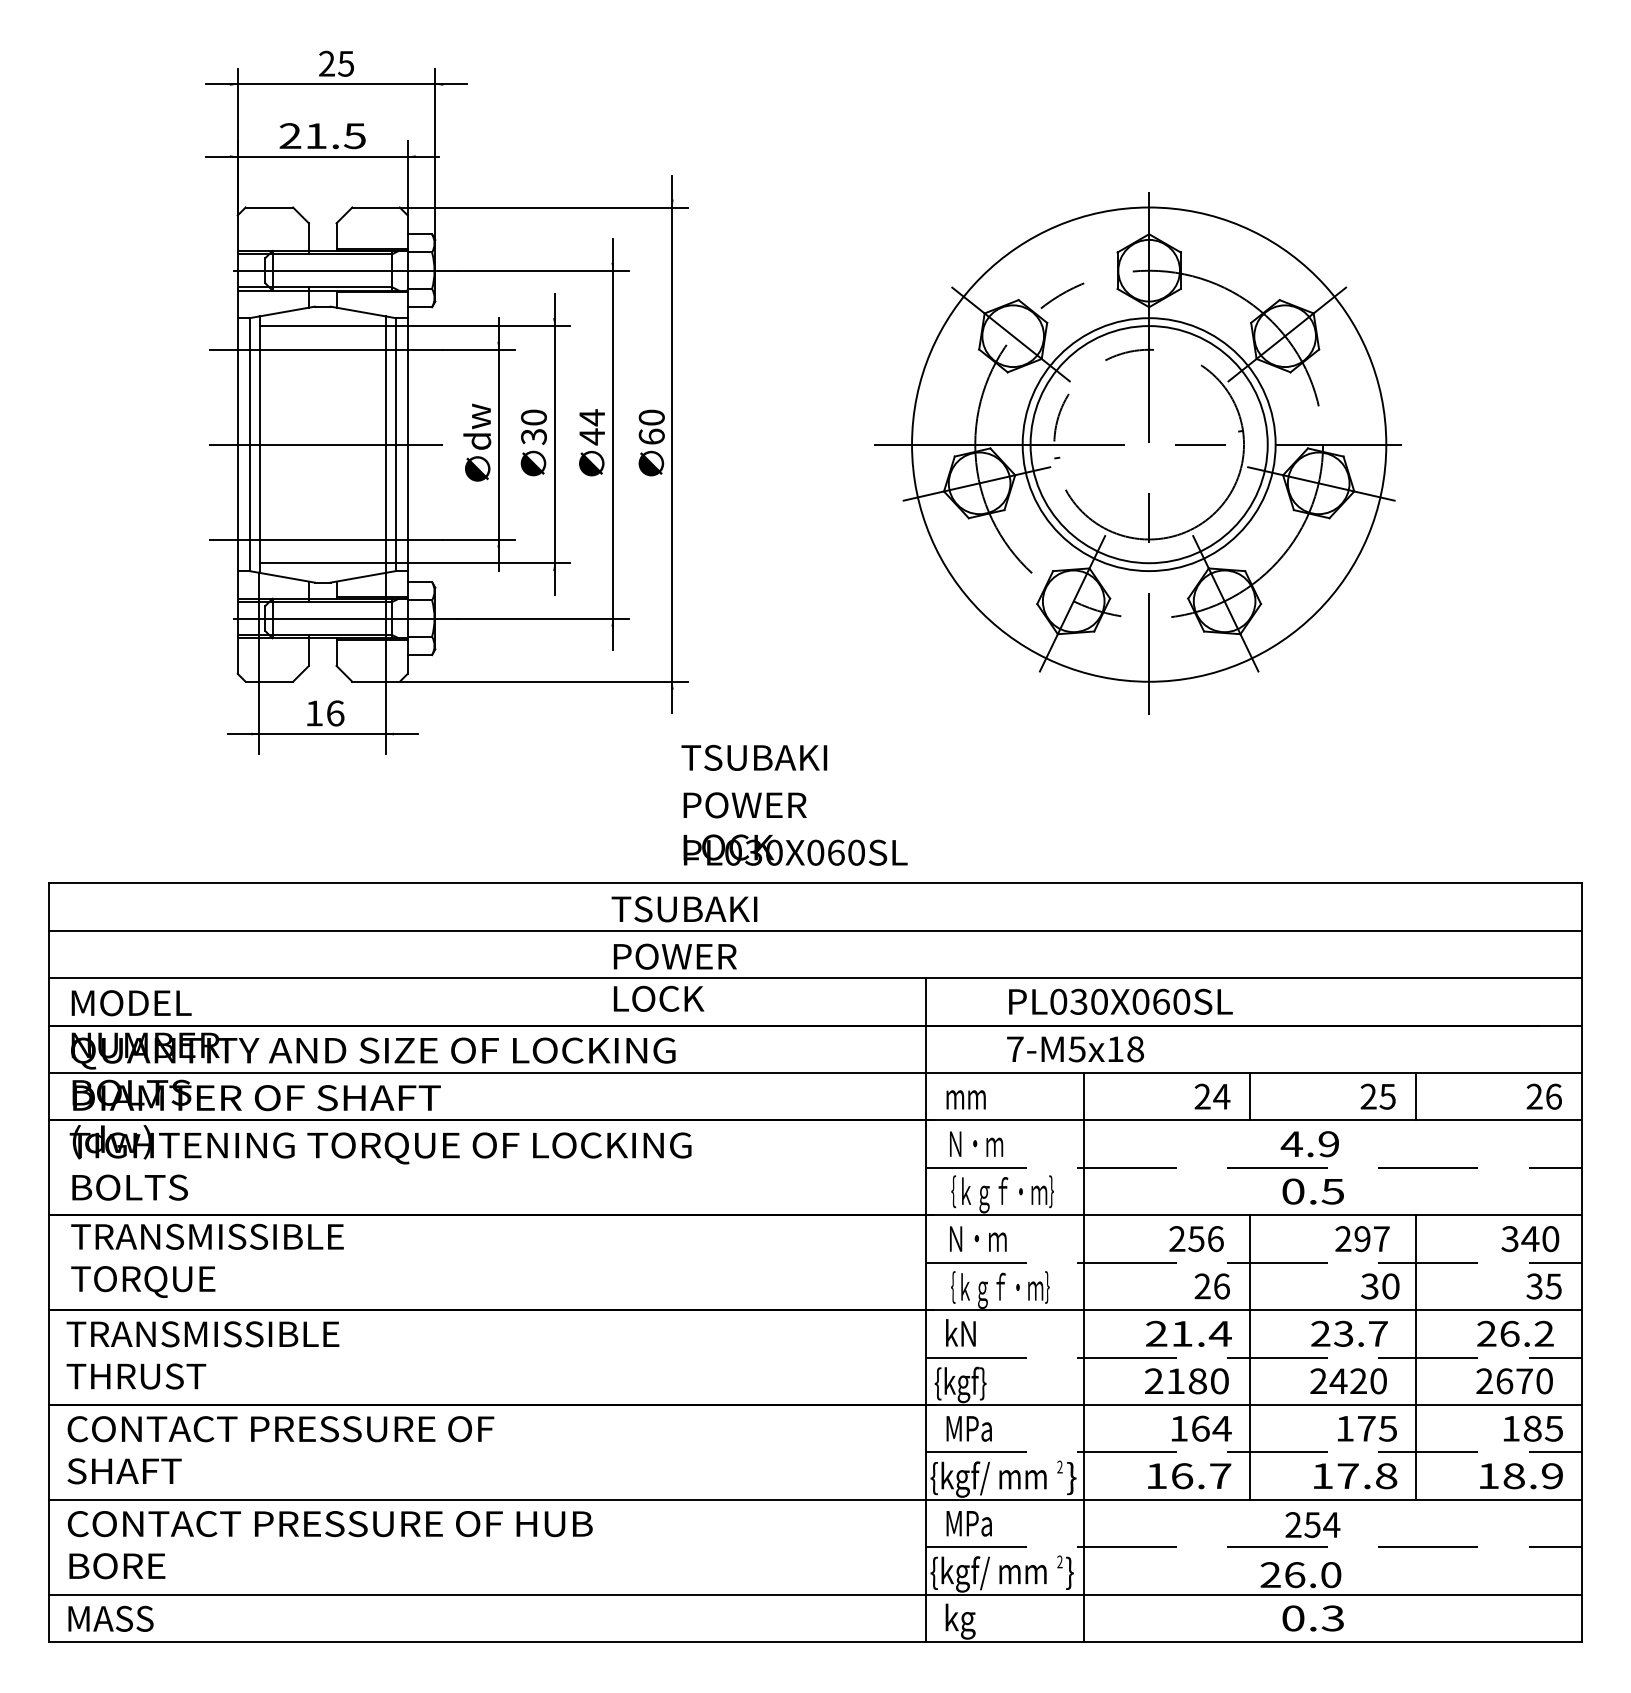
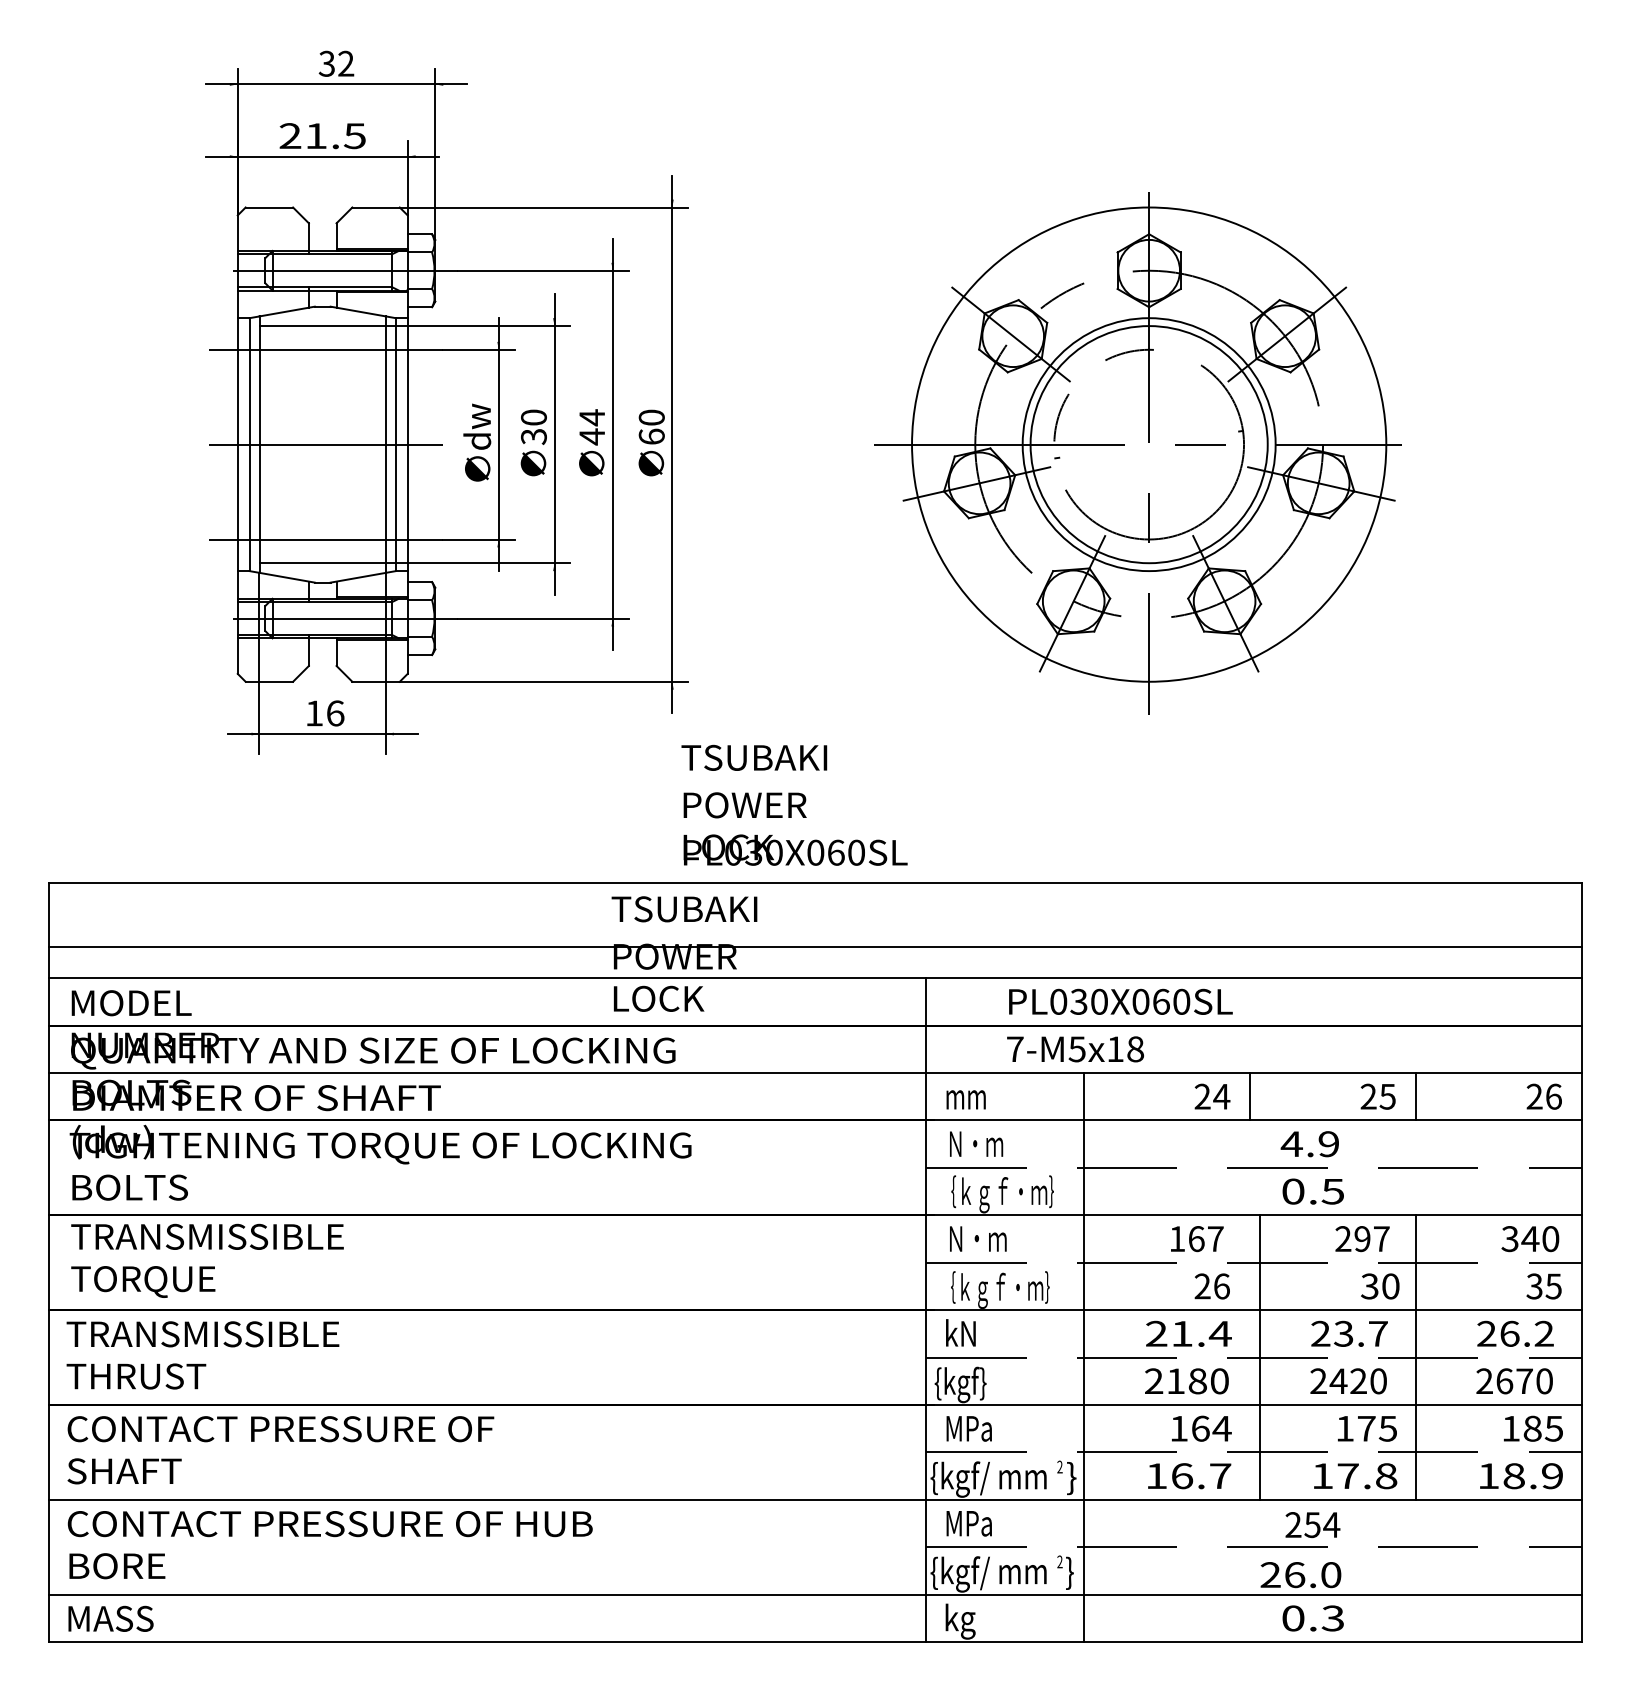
text at (336, 63): 25 -> 32
line at (815, 930) position: (815, 930) -> (815, 946)
text at (1196, 1239): 256 -> 167
line at (1250, 1357) position: (1250, 1357) -> (1260, 1357)
